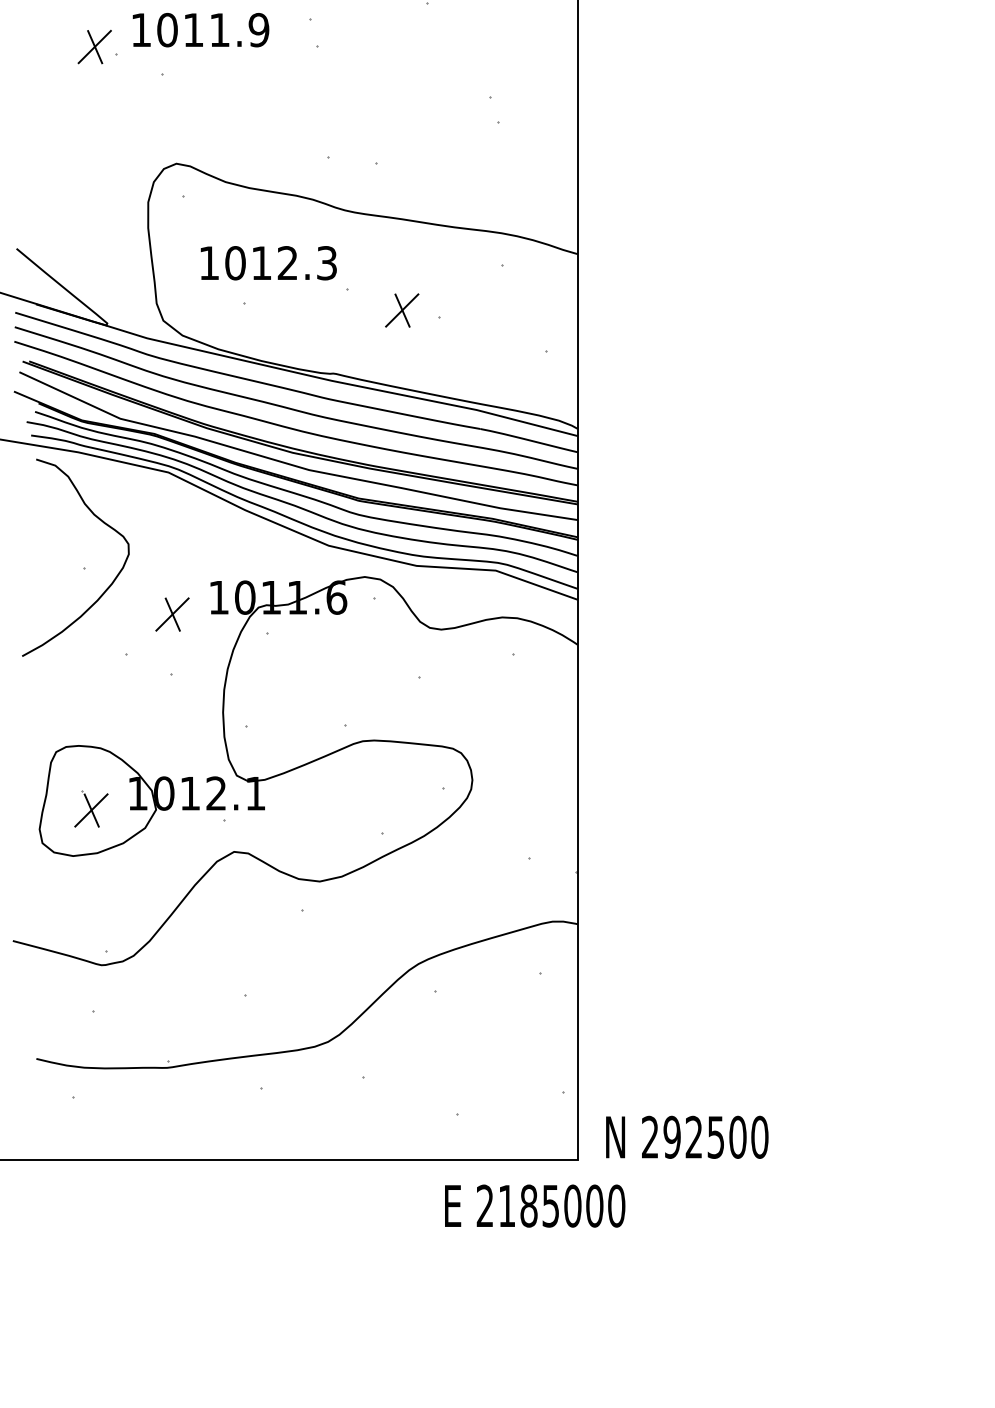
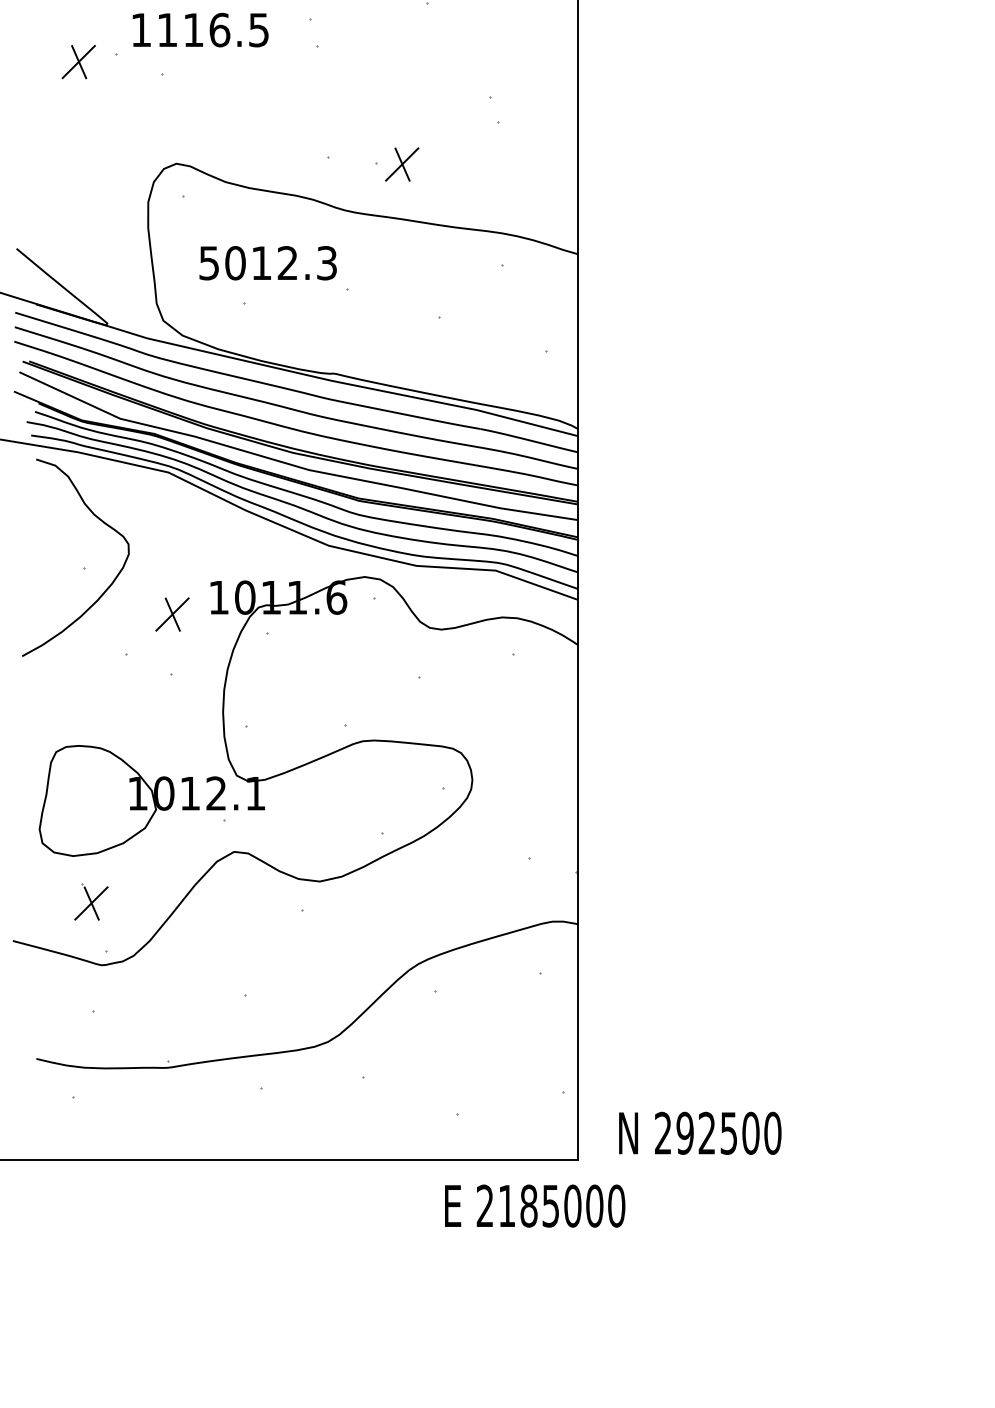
text at (213, 29): 1011.9 -> 1116.5
part at (94, 47) position: (94, 47) -> (78, 62)
text at (208, 263): 1012.3 -> 5012.3
part at (402, 310) position: (402, 310) -> (402, 164)
part at (91, 808) position: (91, 808) -> (91, 901)
text at (687, 1136) position: (687, 1136) -> (700, 1132)
